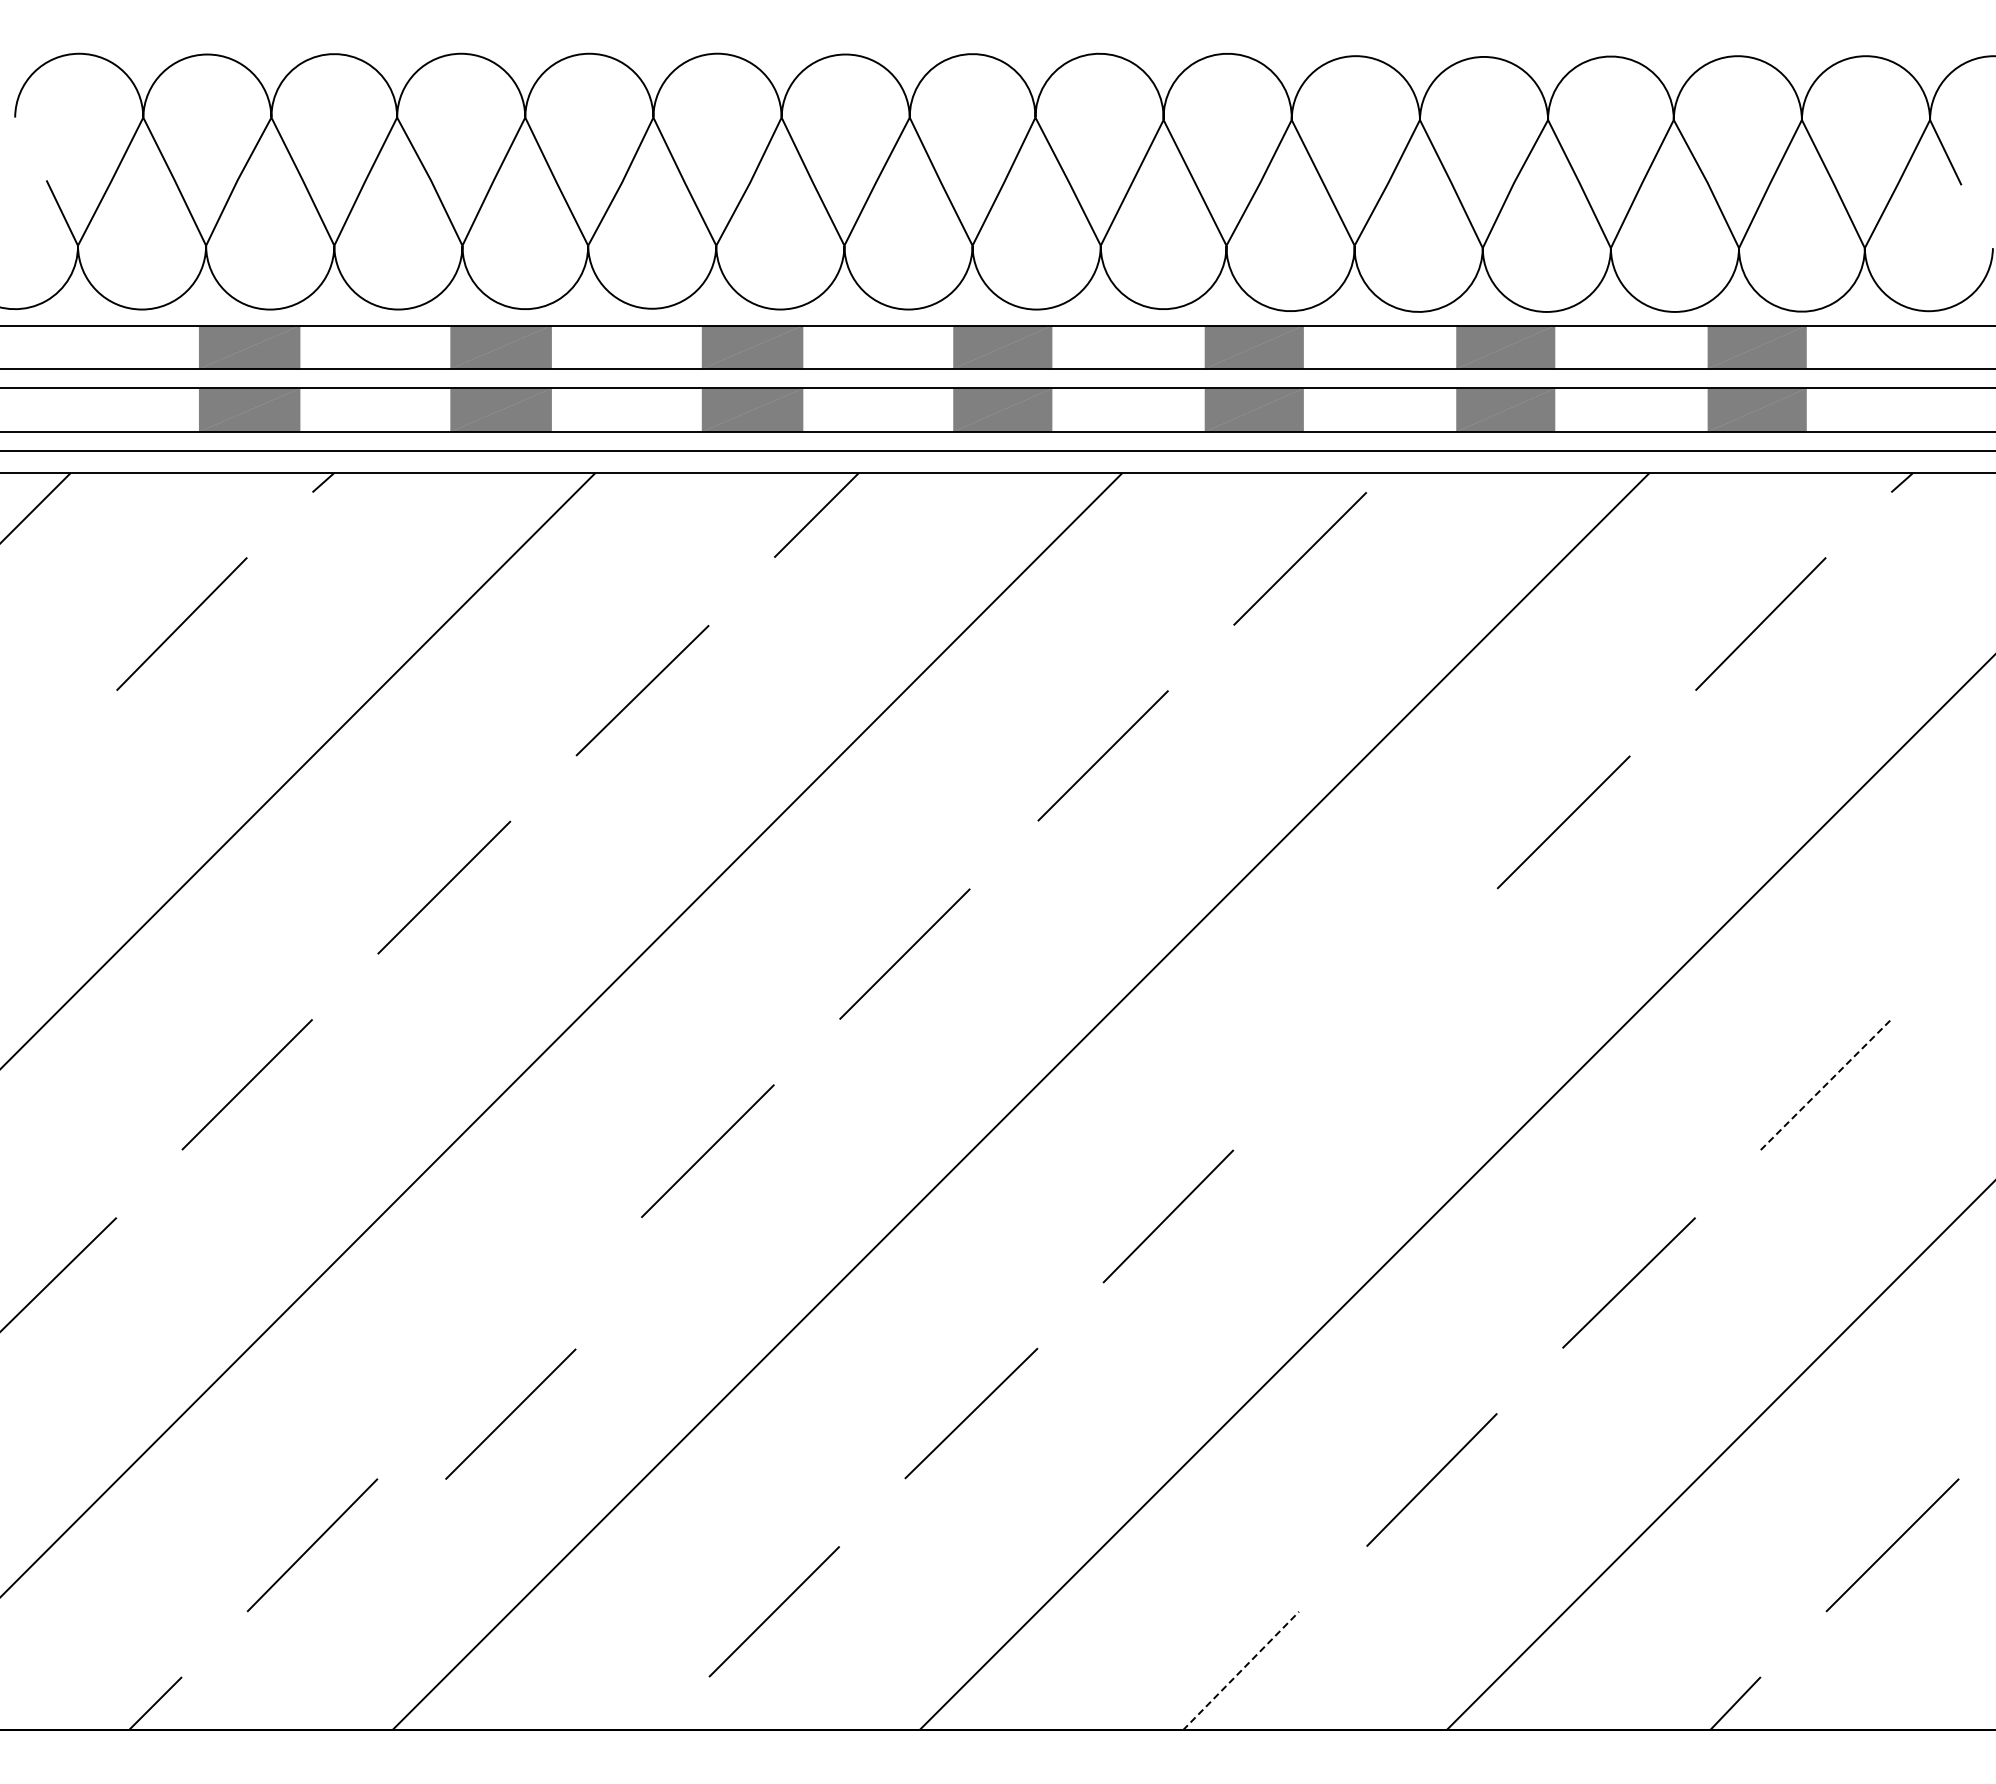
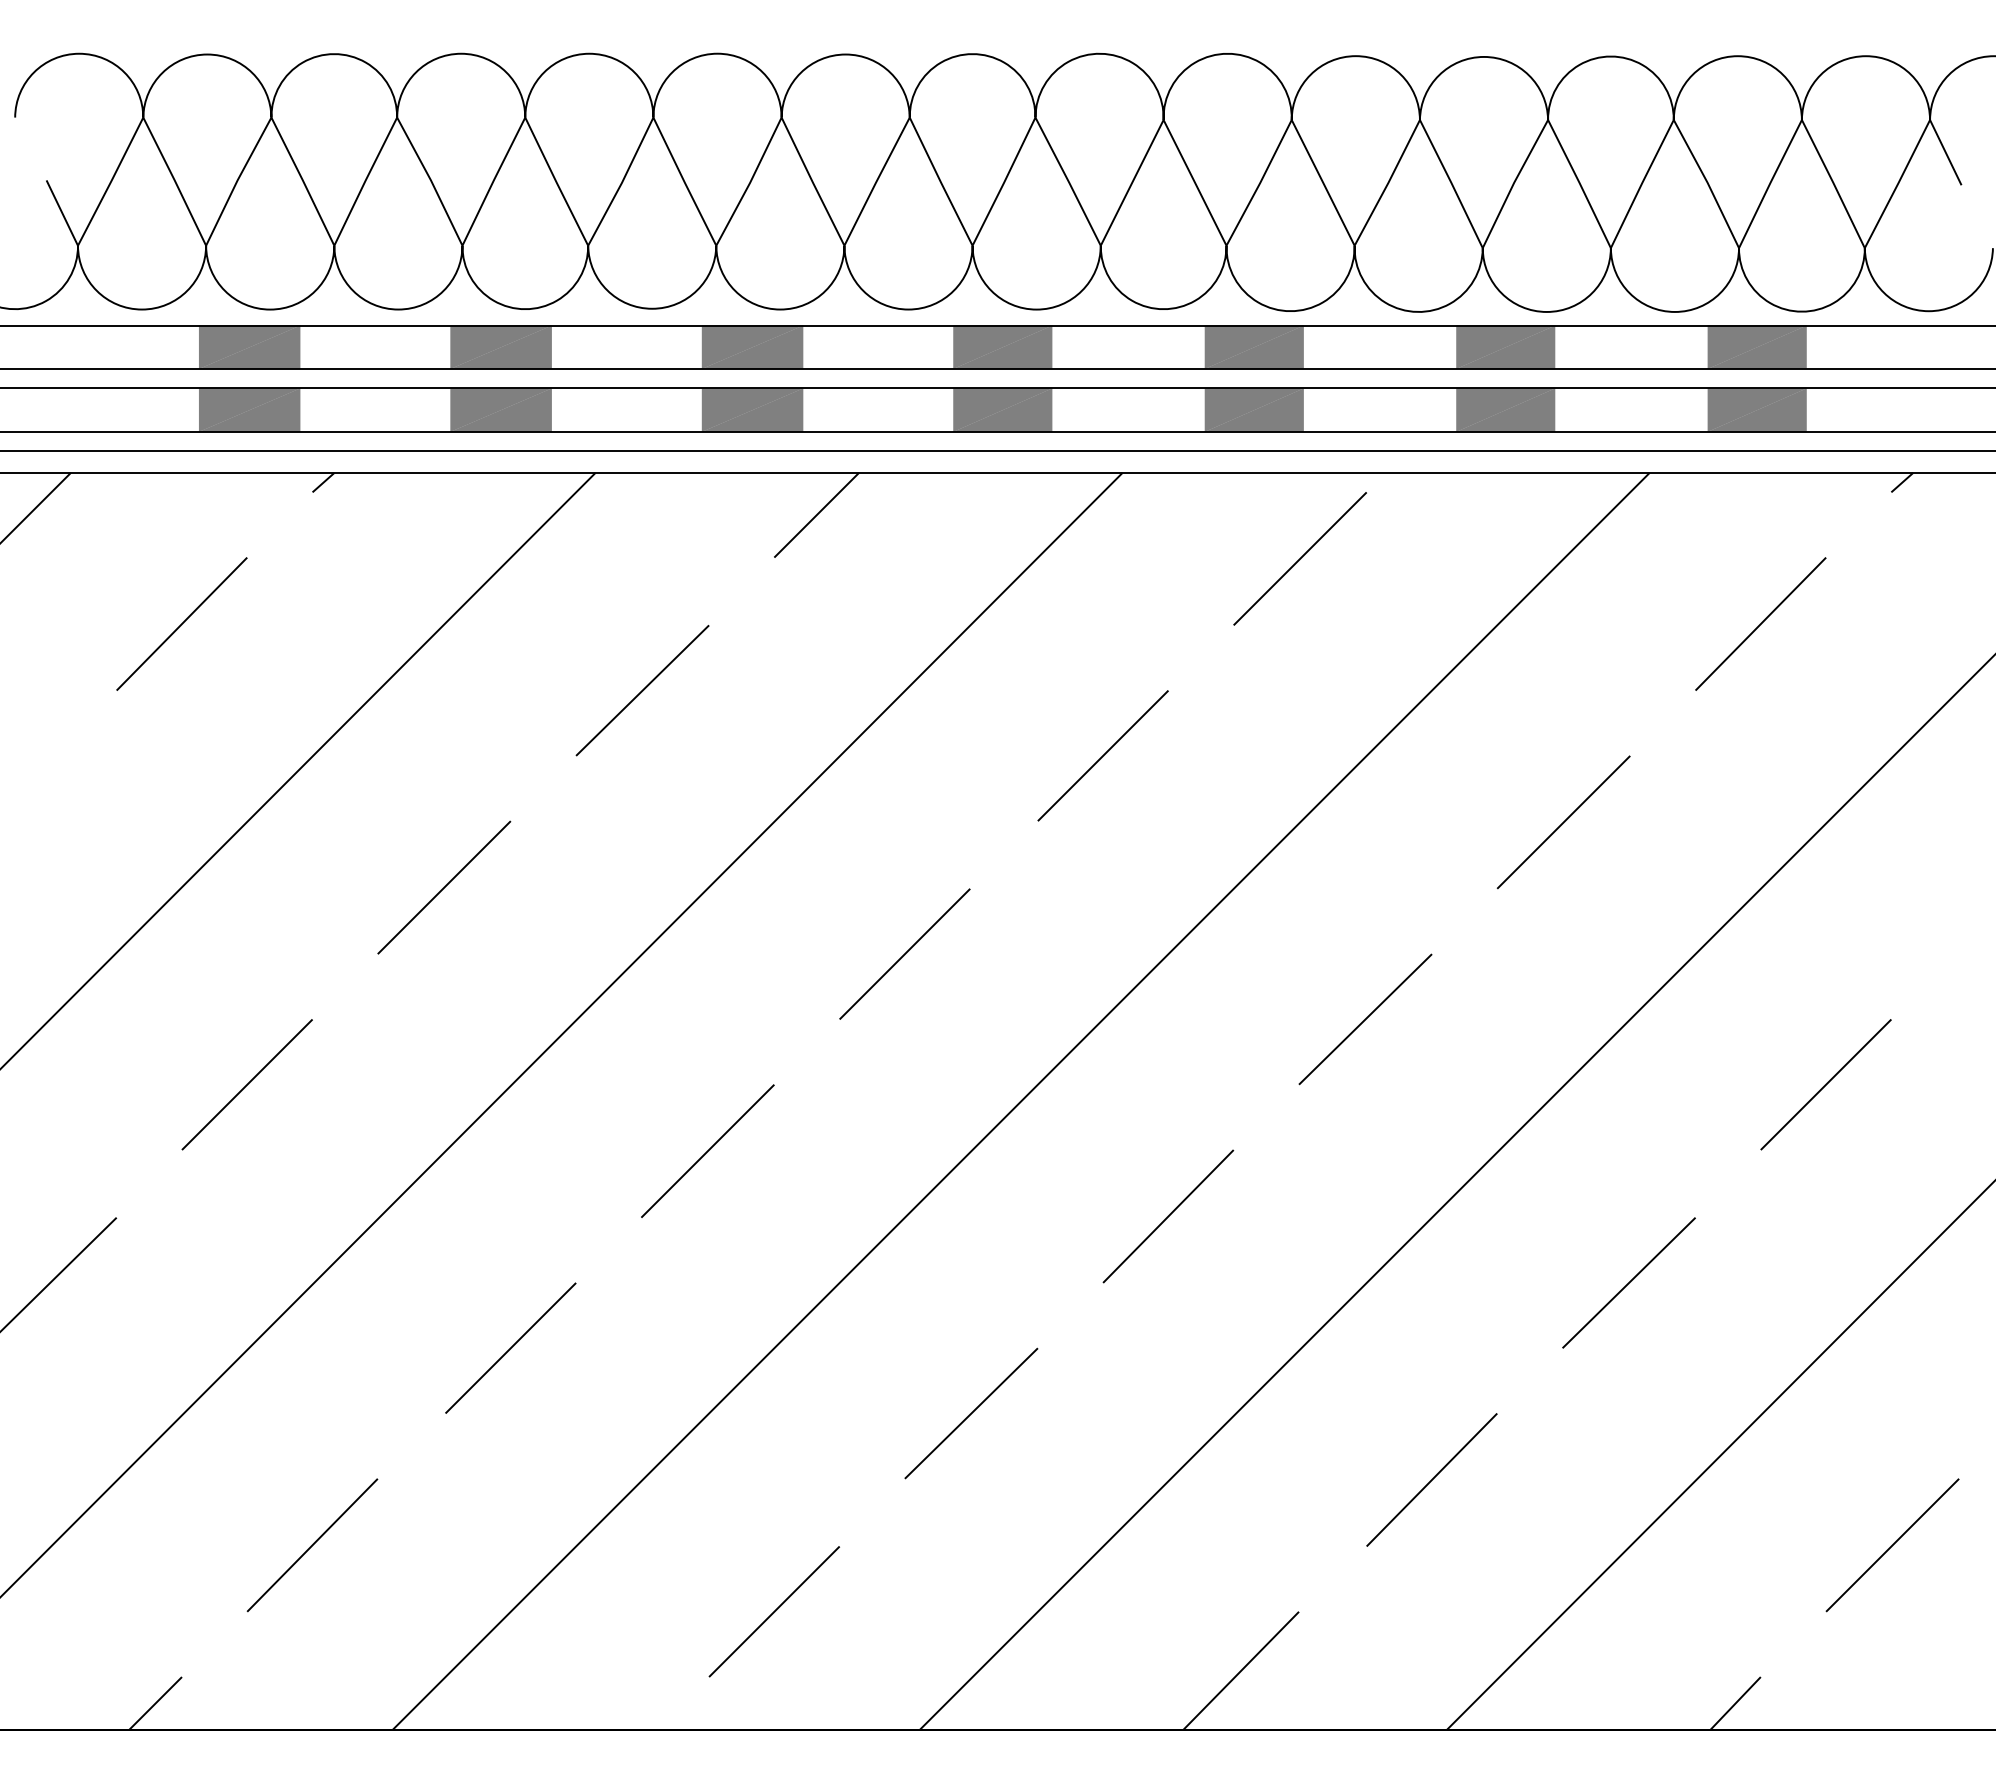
line at (1365, 1019): none -> present
line at (1826, 1084): dashed -> solid
line at (510, 1413) position: (510, 1413) -> (510, 1347)
line at (1240, 1671): dashed -> solid
